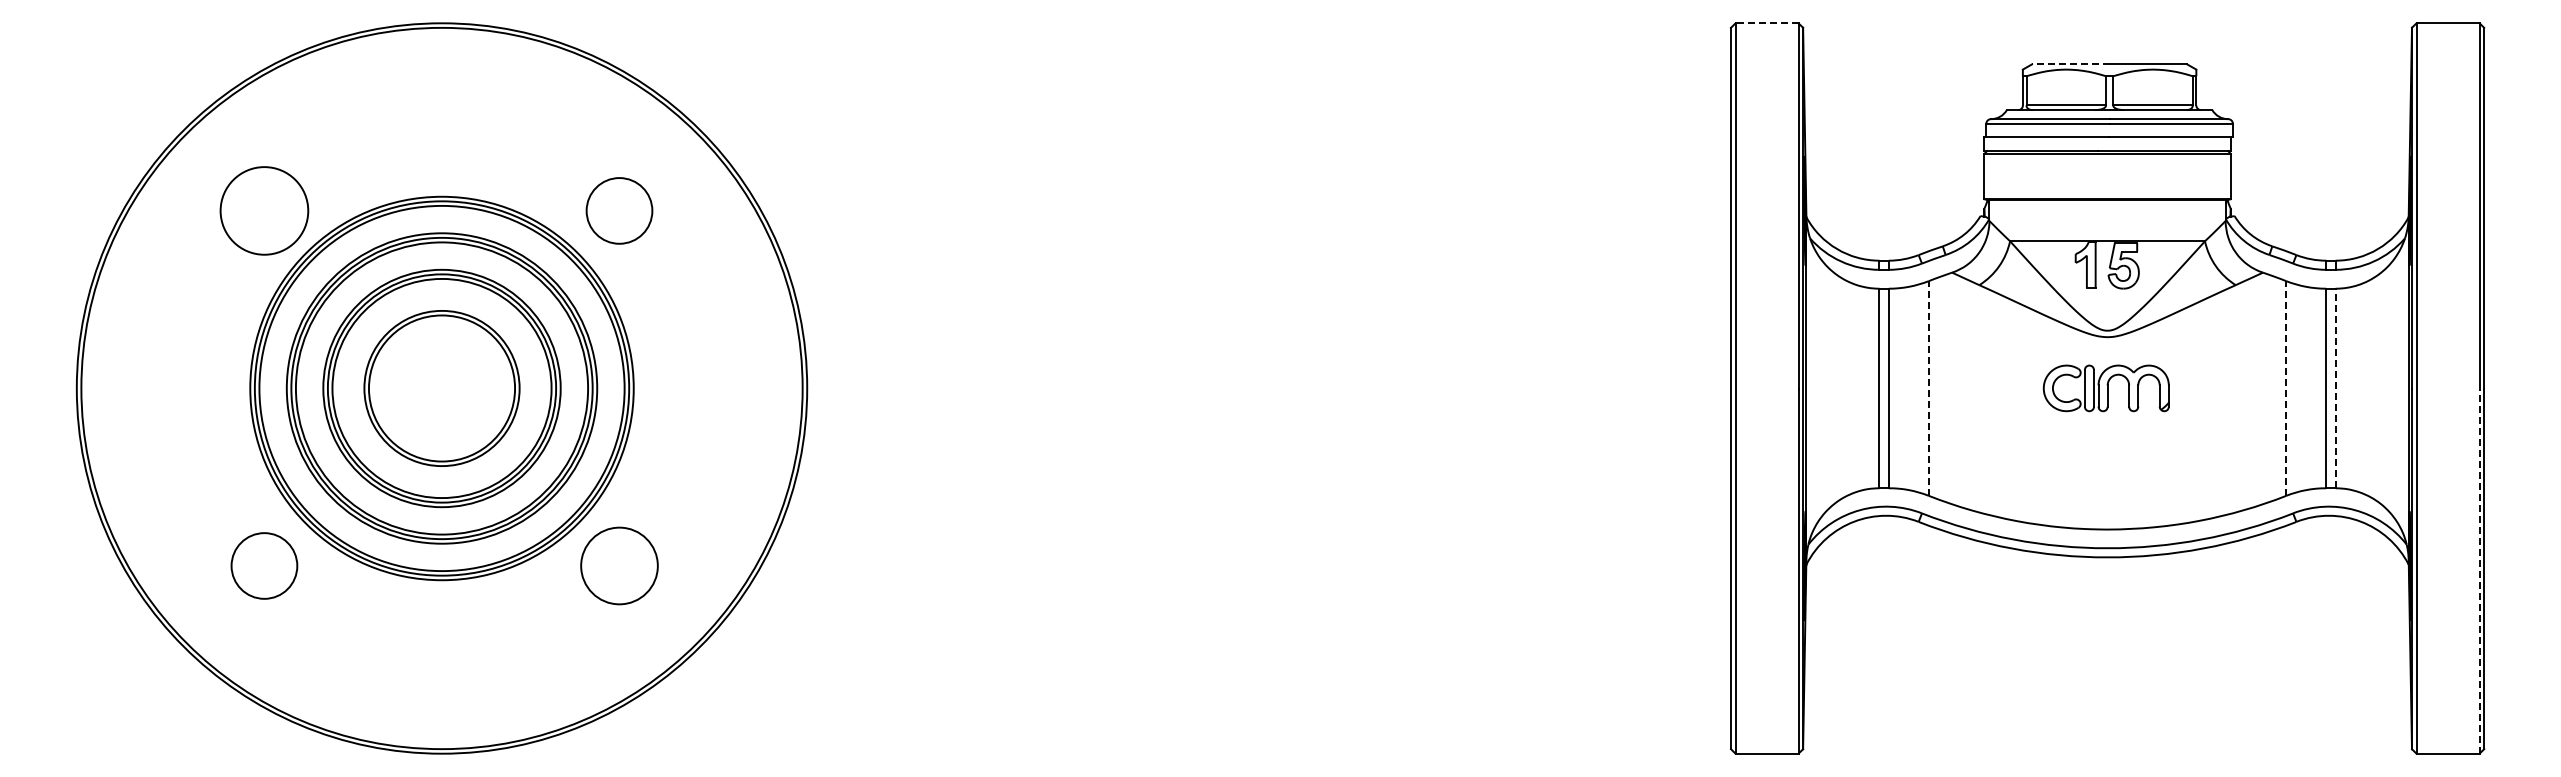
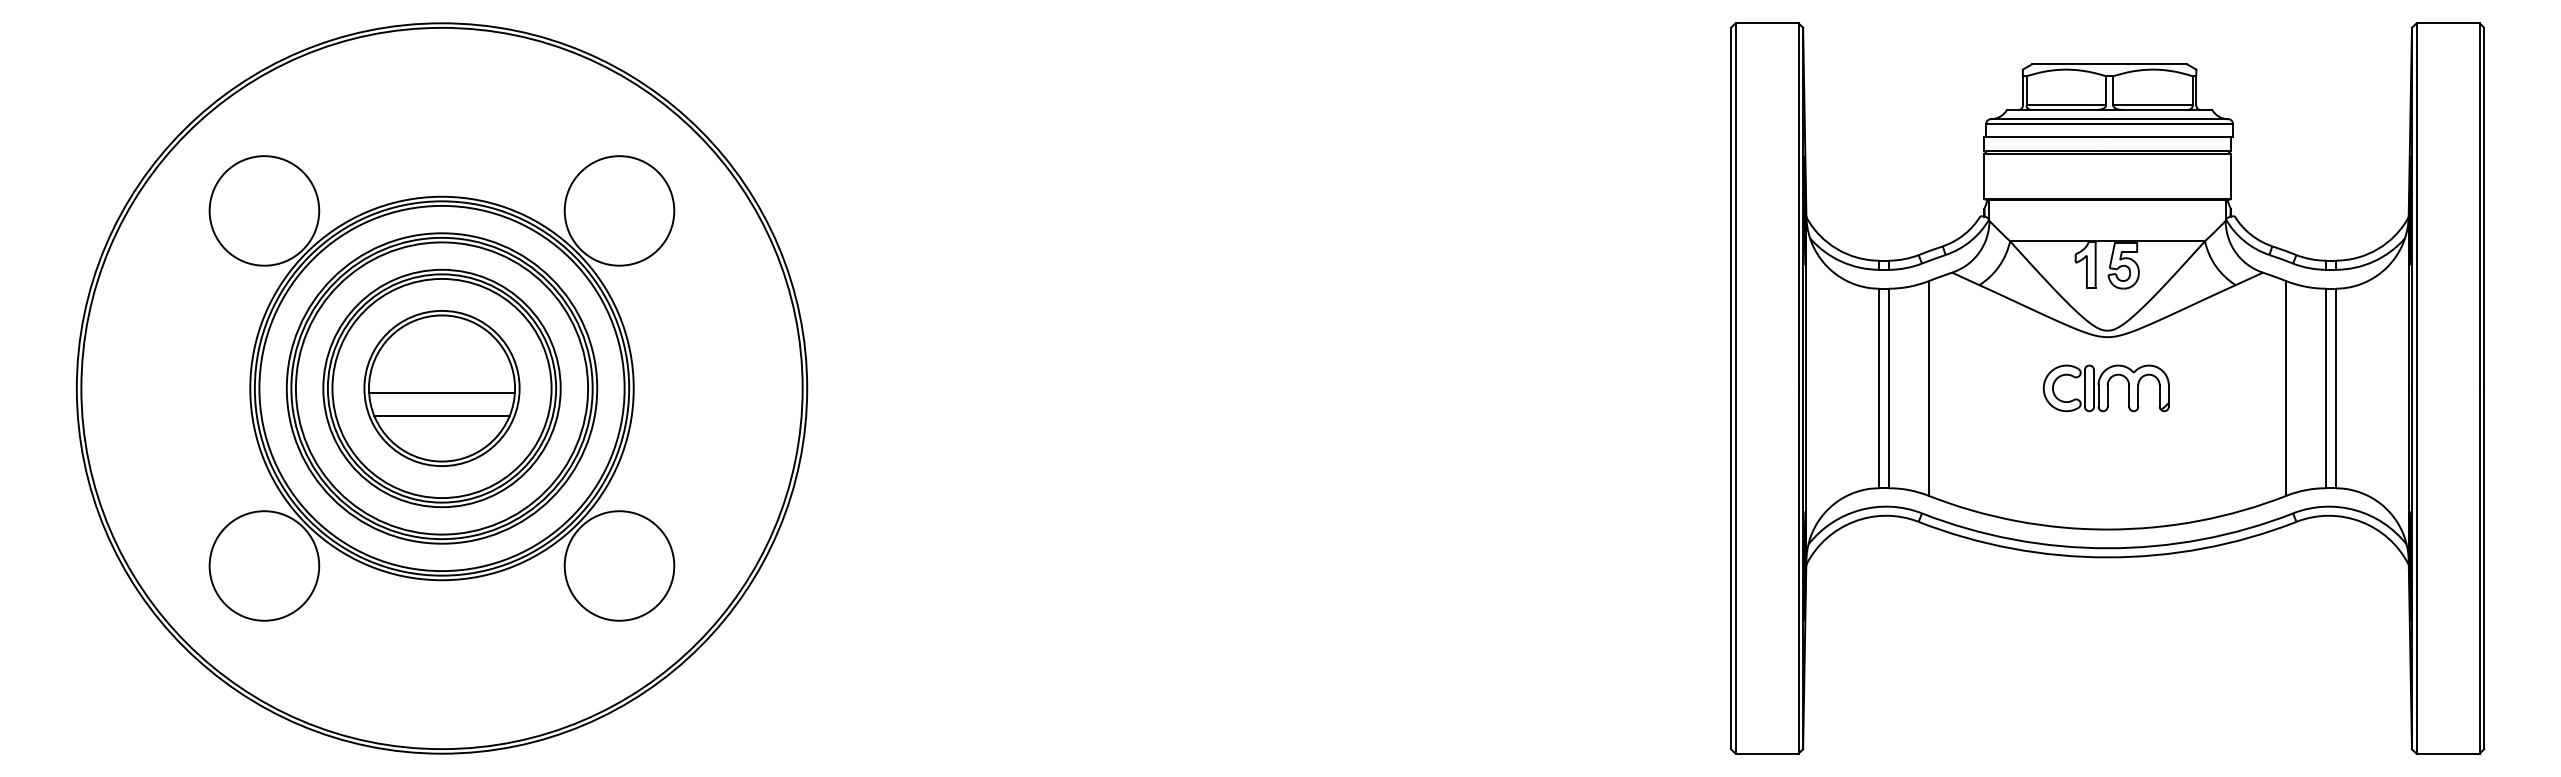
line at (1766, 23): dashed -> solid
line at (2070, 64): dashed -> solid
circle at (264, 210) diameter: 88 px -> 110 px
circle at (619, 210) diameter: 66 px -> 110 px
line at (1928, 388): dashed -> solid
line at (2286, 388): dashed -> solid
line at (2335, 388): dashed -> solid
line at (441, 393): none -> present
line at (441, 415): none -> present
circle at (264, 565) diameter: 66 px -> 110 px
circle at (619, 565) diameter: 77 px -> 110 px
line at (2479, 571): dashed -> solid
